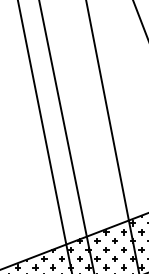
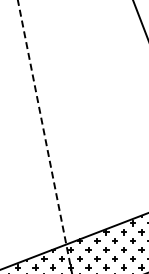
line at (44, 136): solid -> dashed
line at (66, 136): present -> none
line at (112, 136): present -> none
